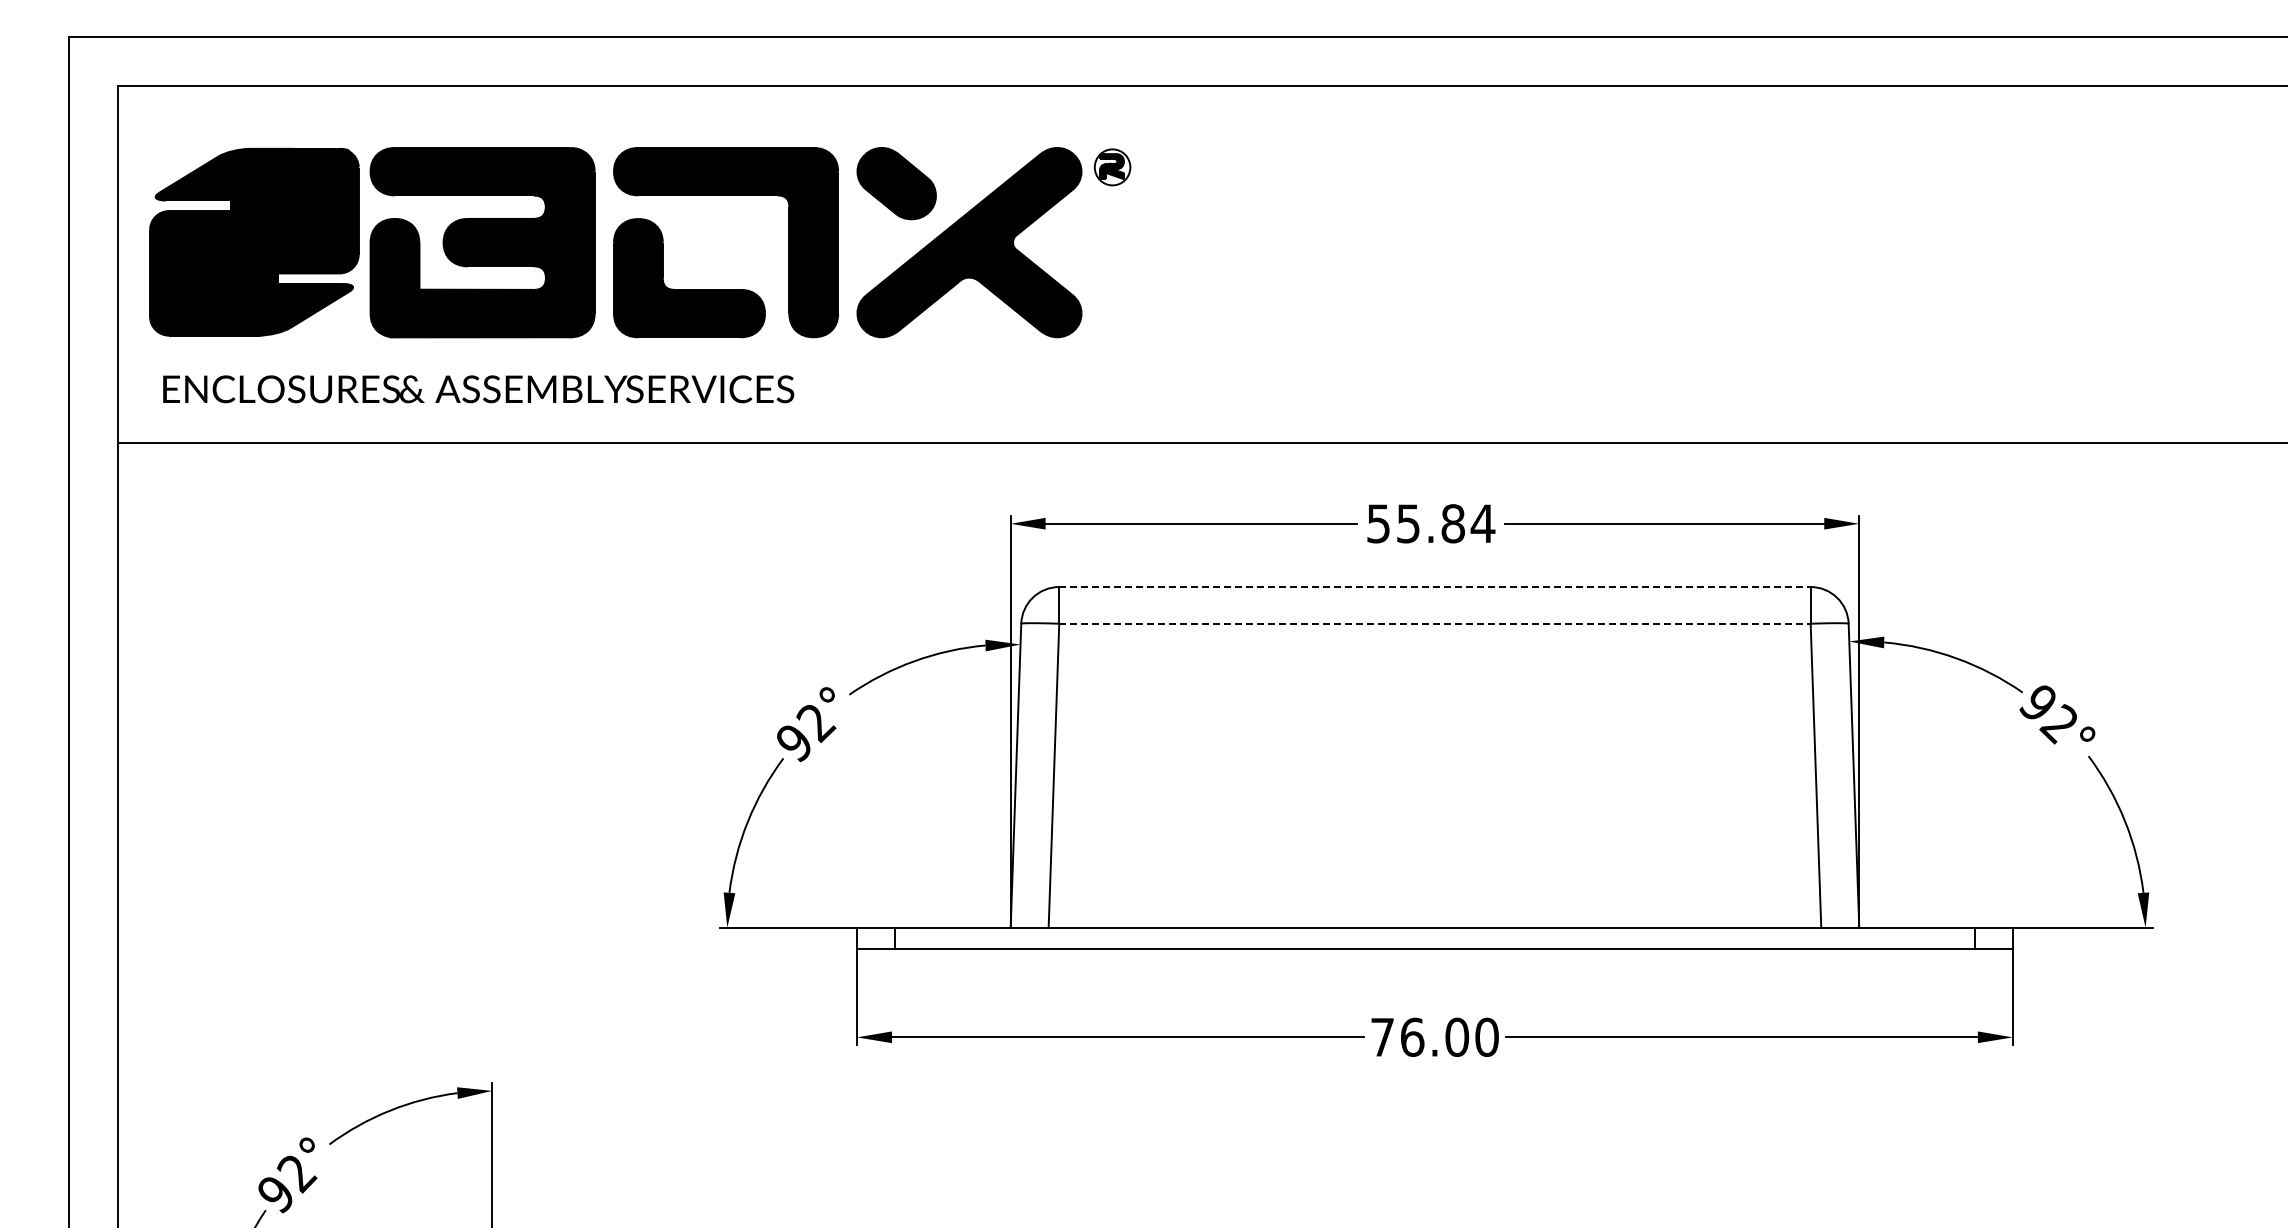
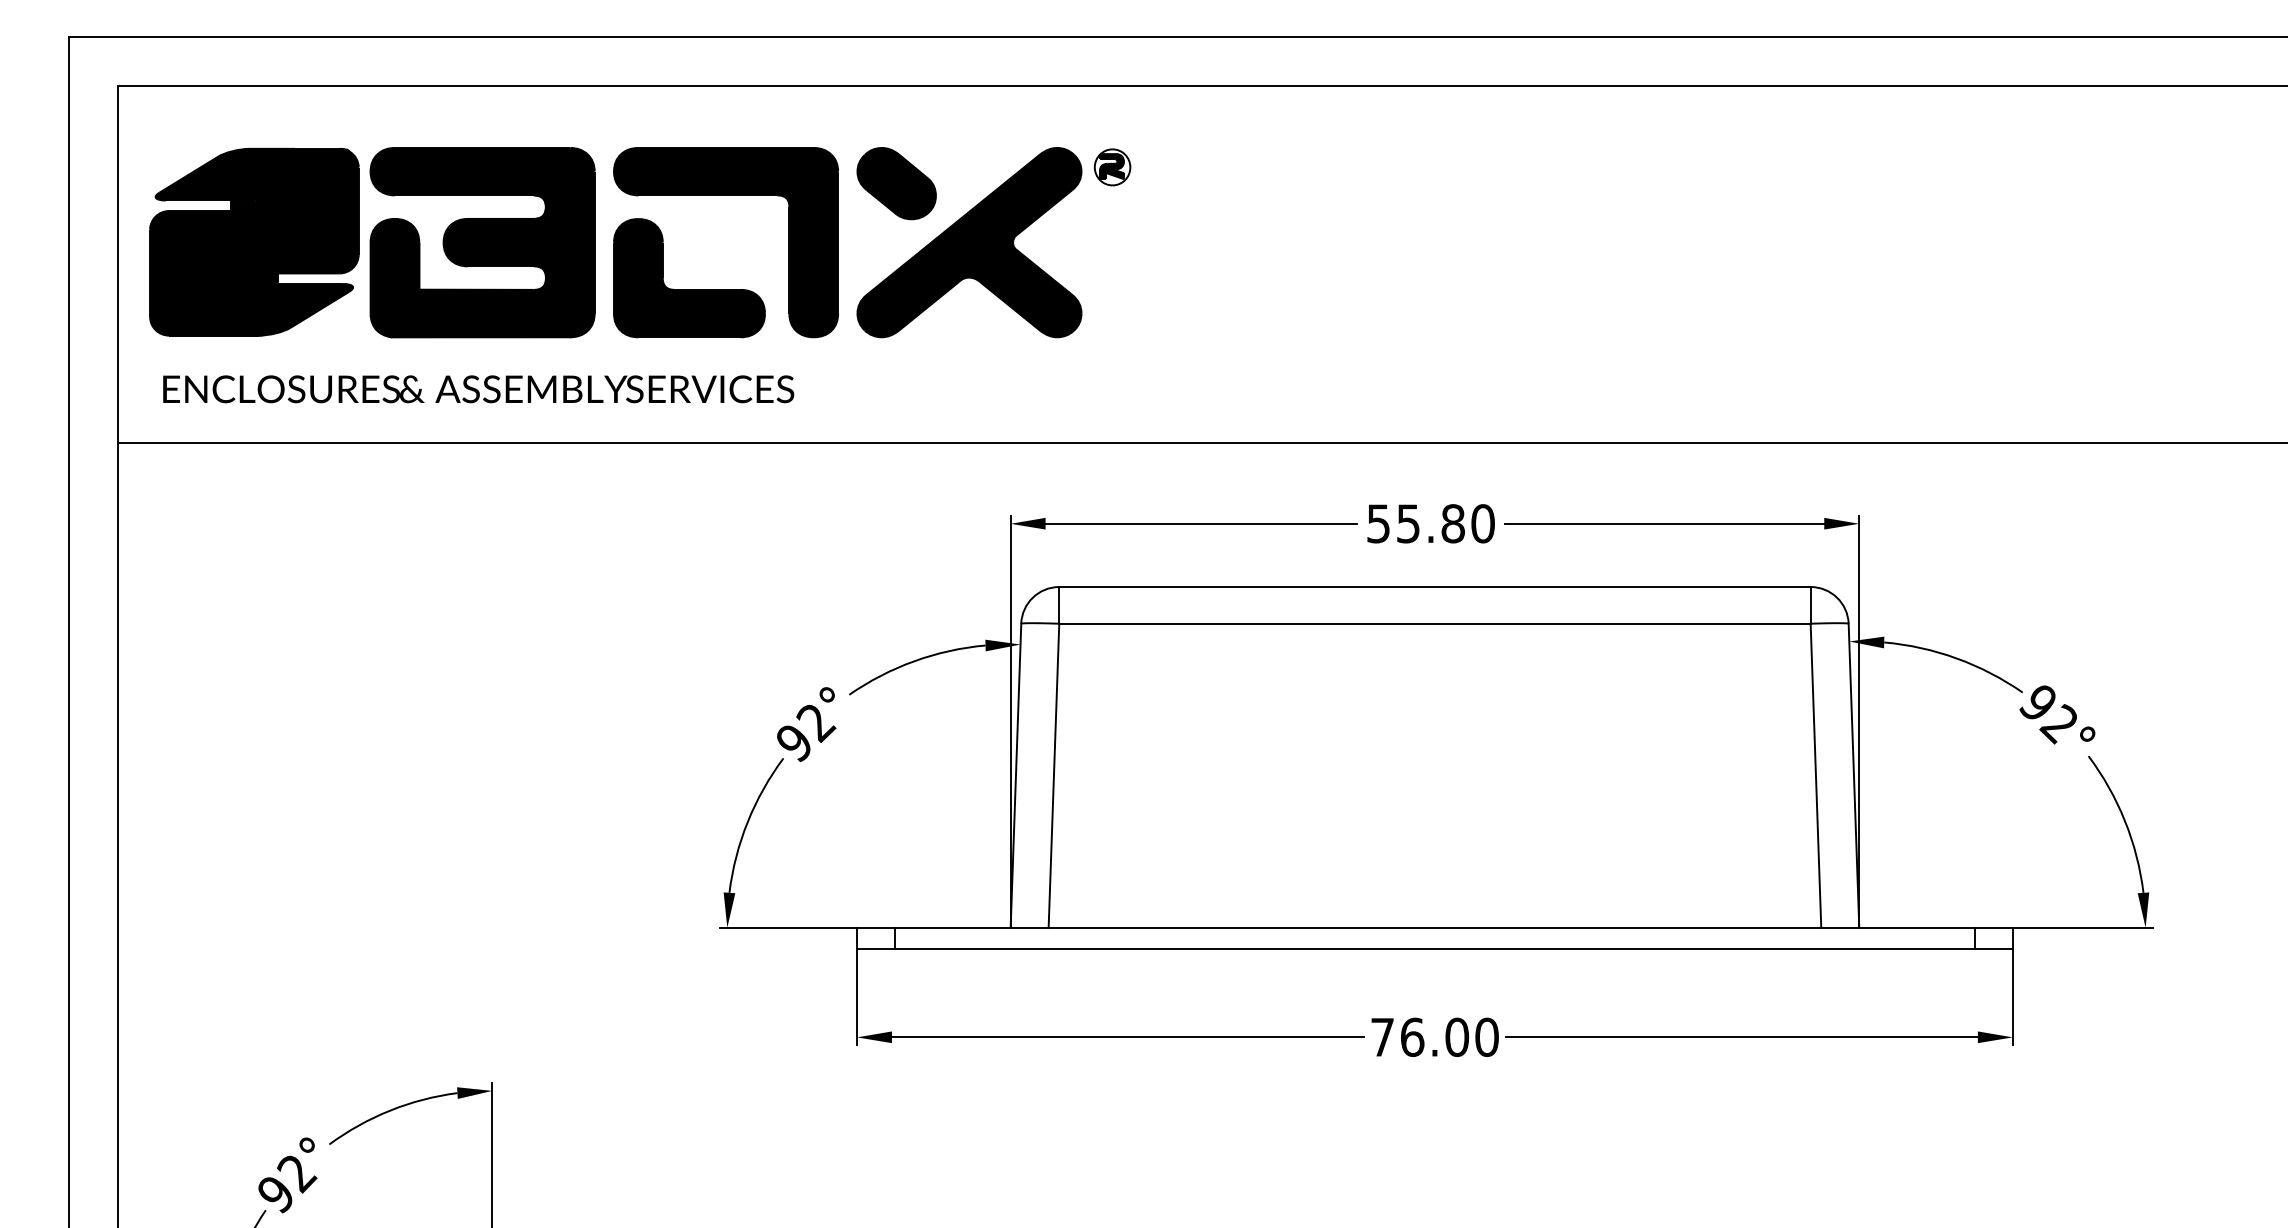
text at (1482, 523): 55.84 -> 55.80
line at (1434, 587): dashed -> solid
line at (1434, 623): dashed -> solid
